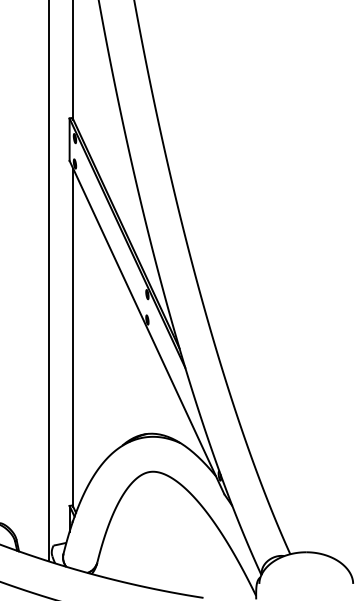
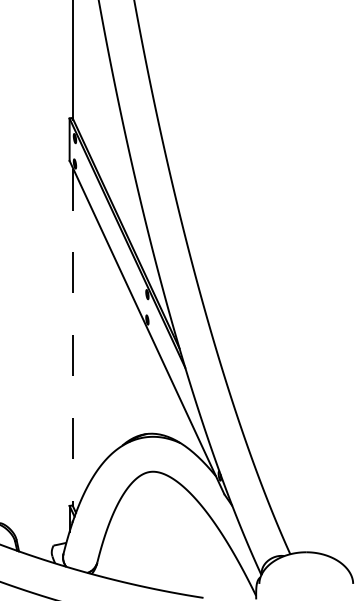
line at (49, 281): present -> none
line at (73, 338): solid -> dashed
